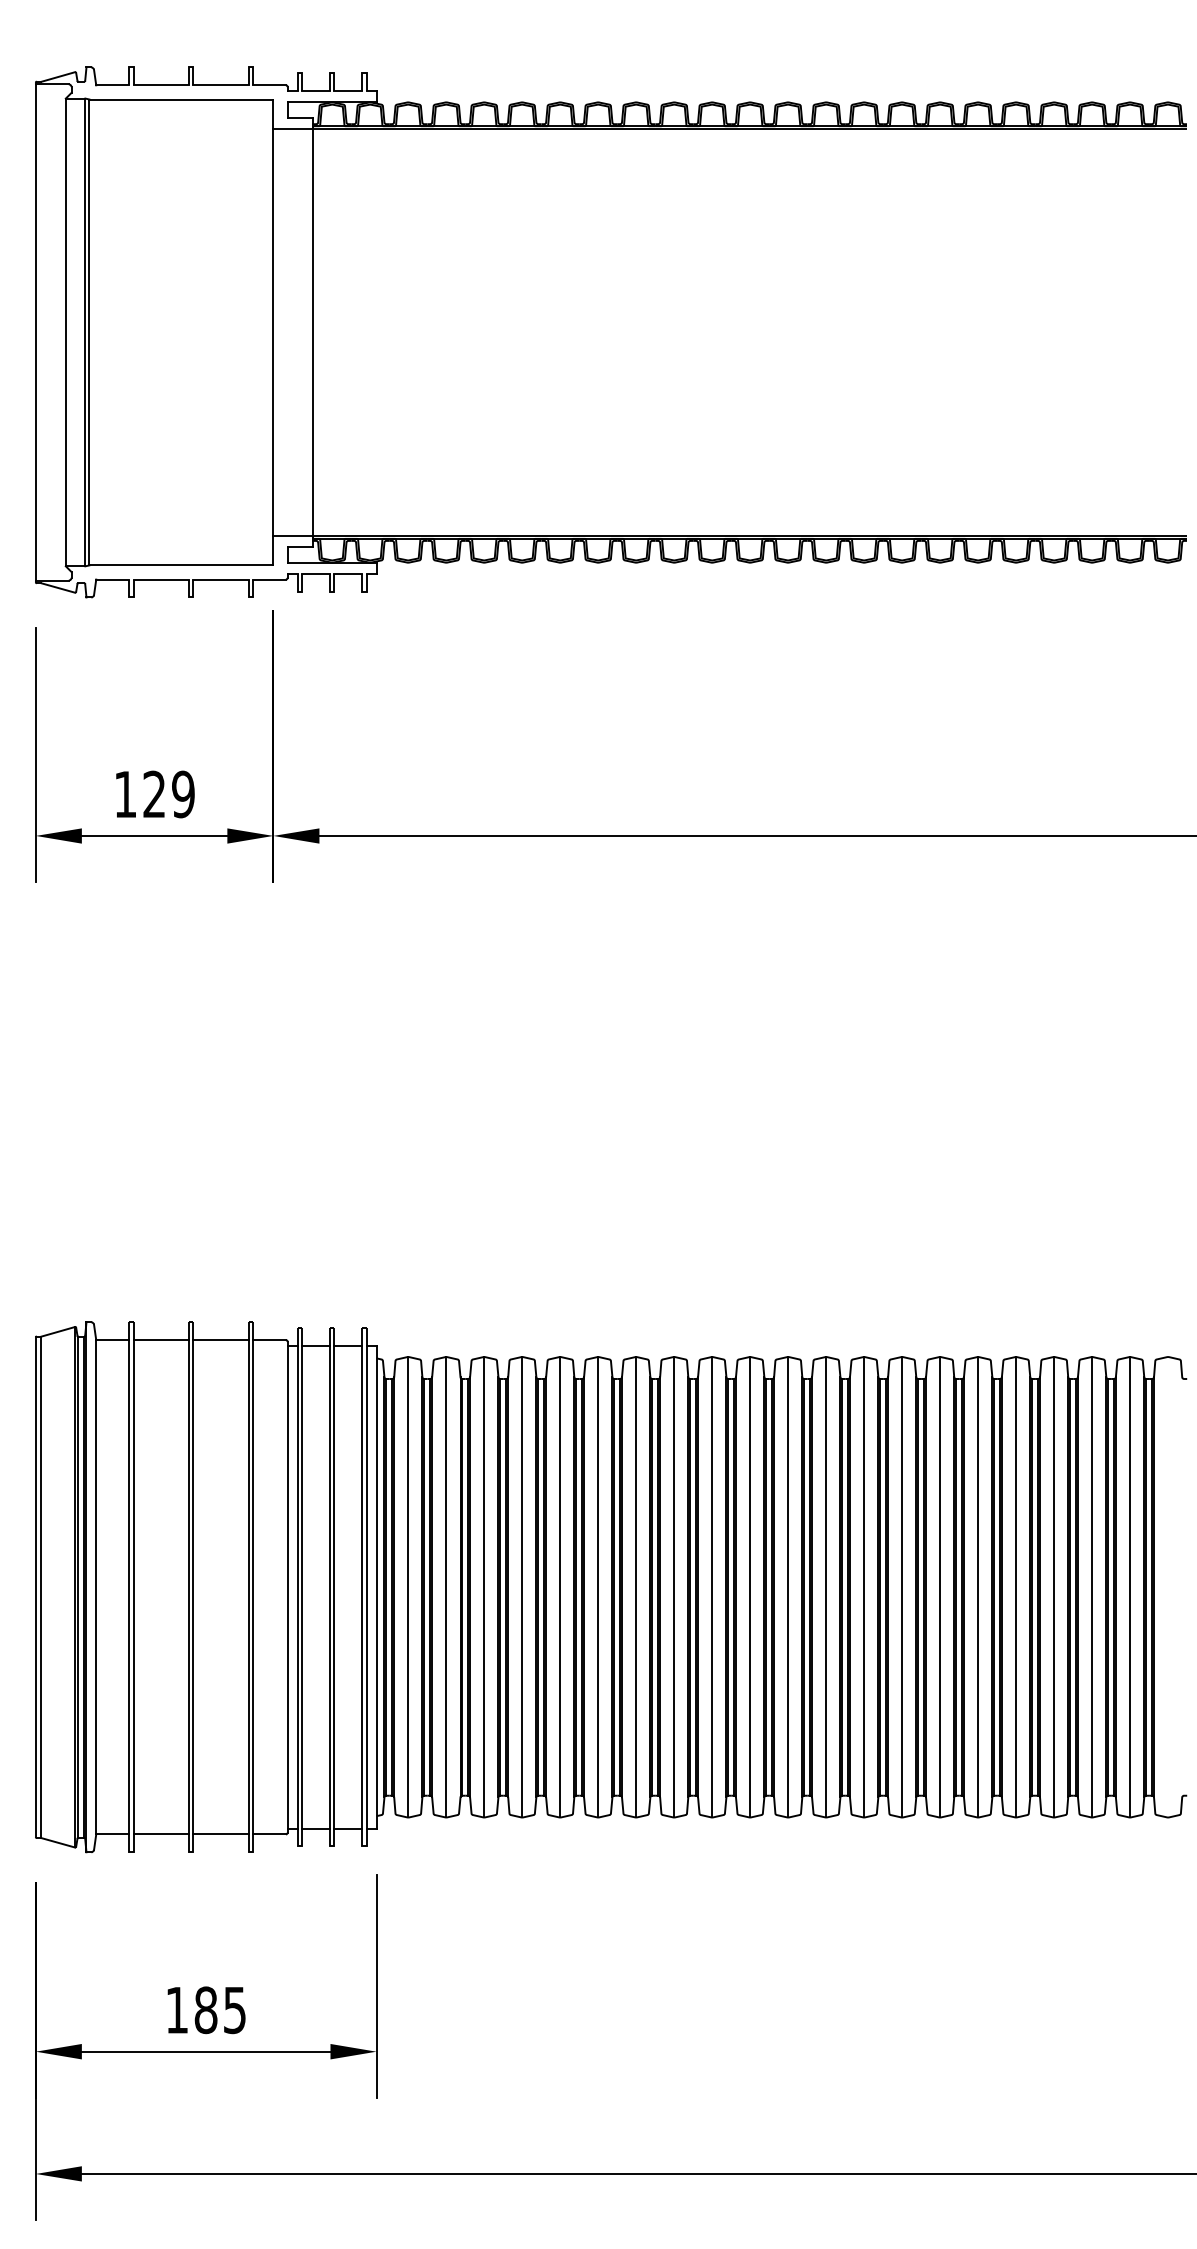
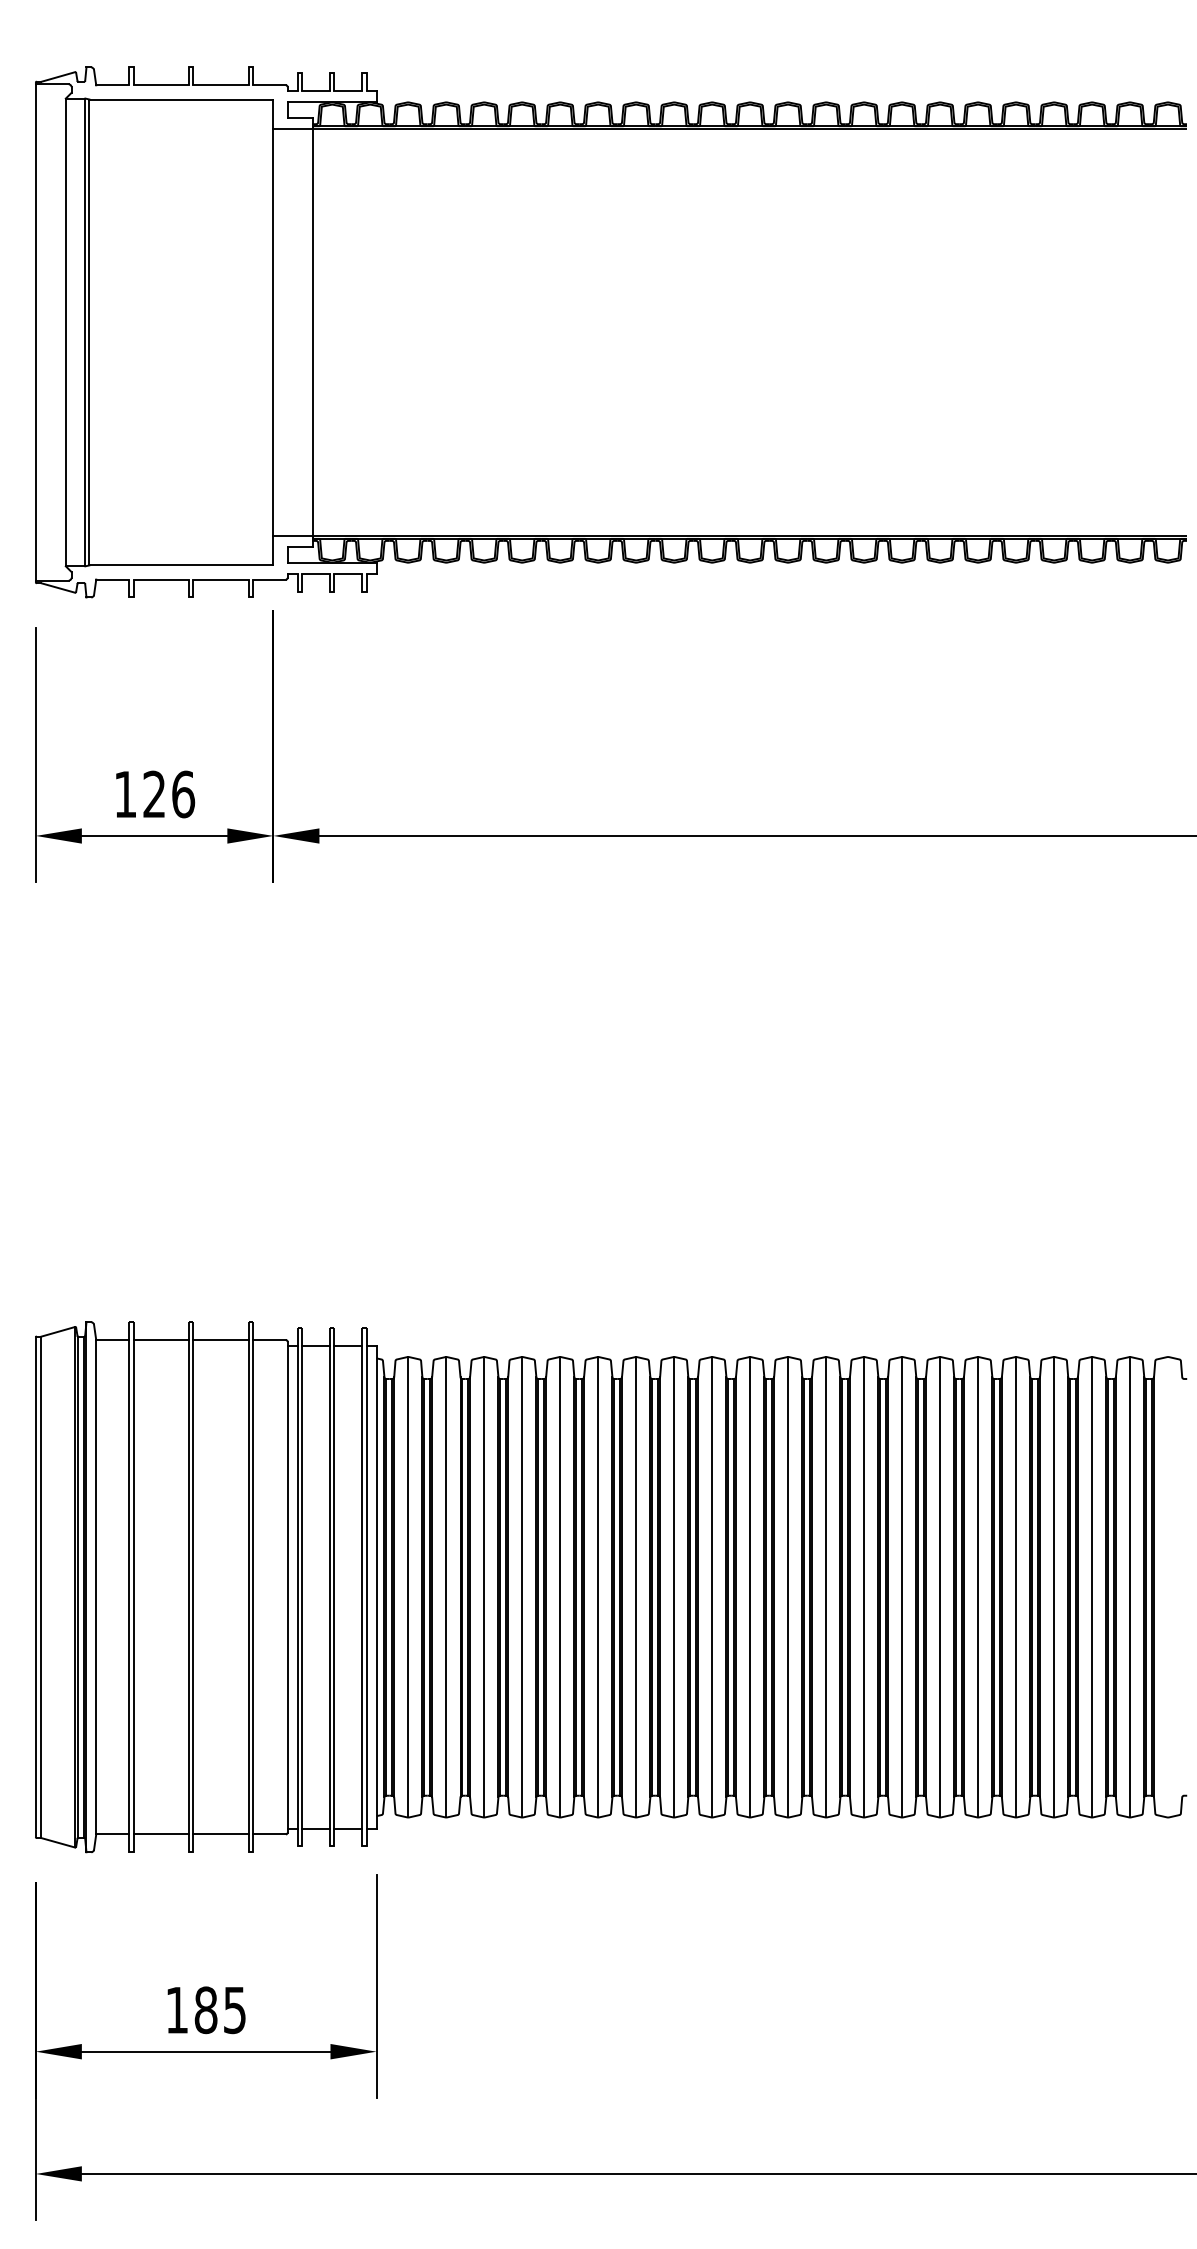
text at (183, 794): 129 -> 126
